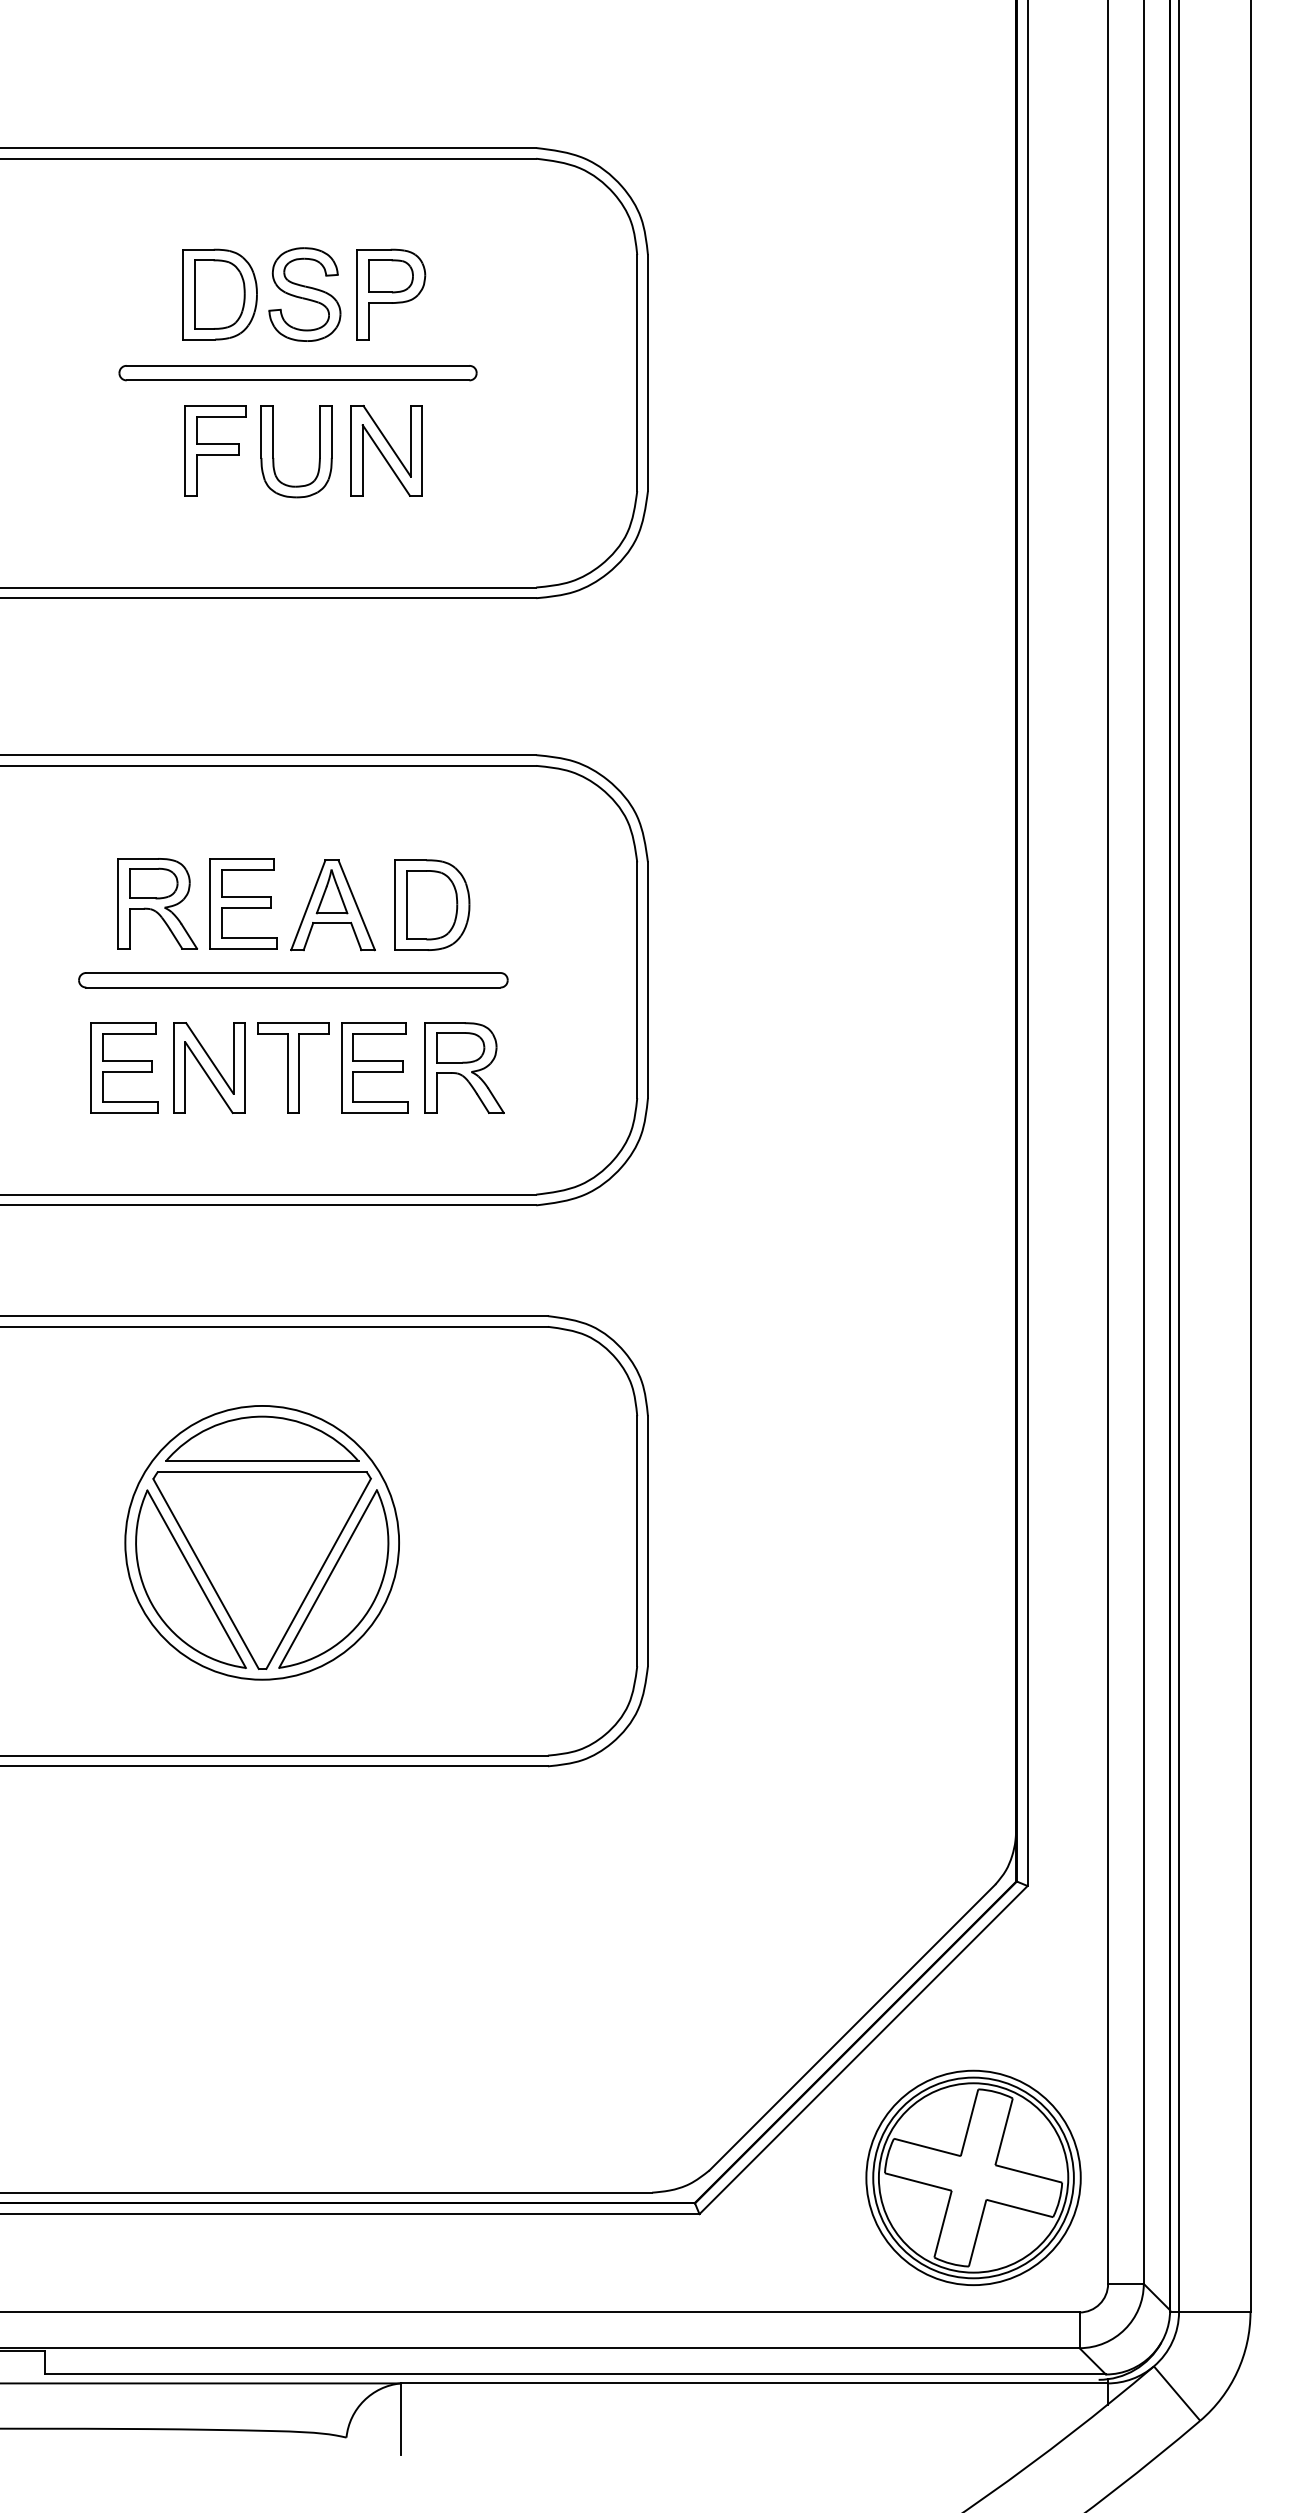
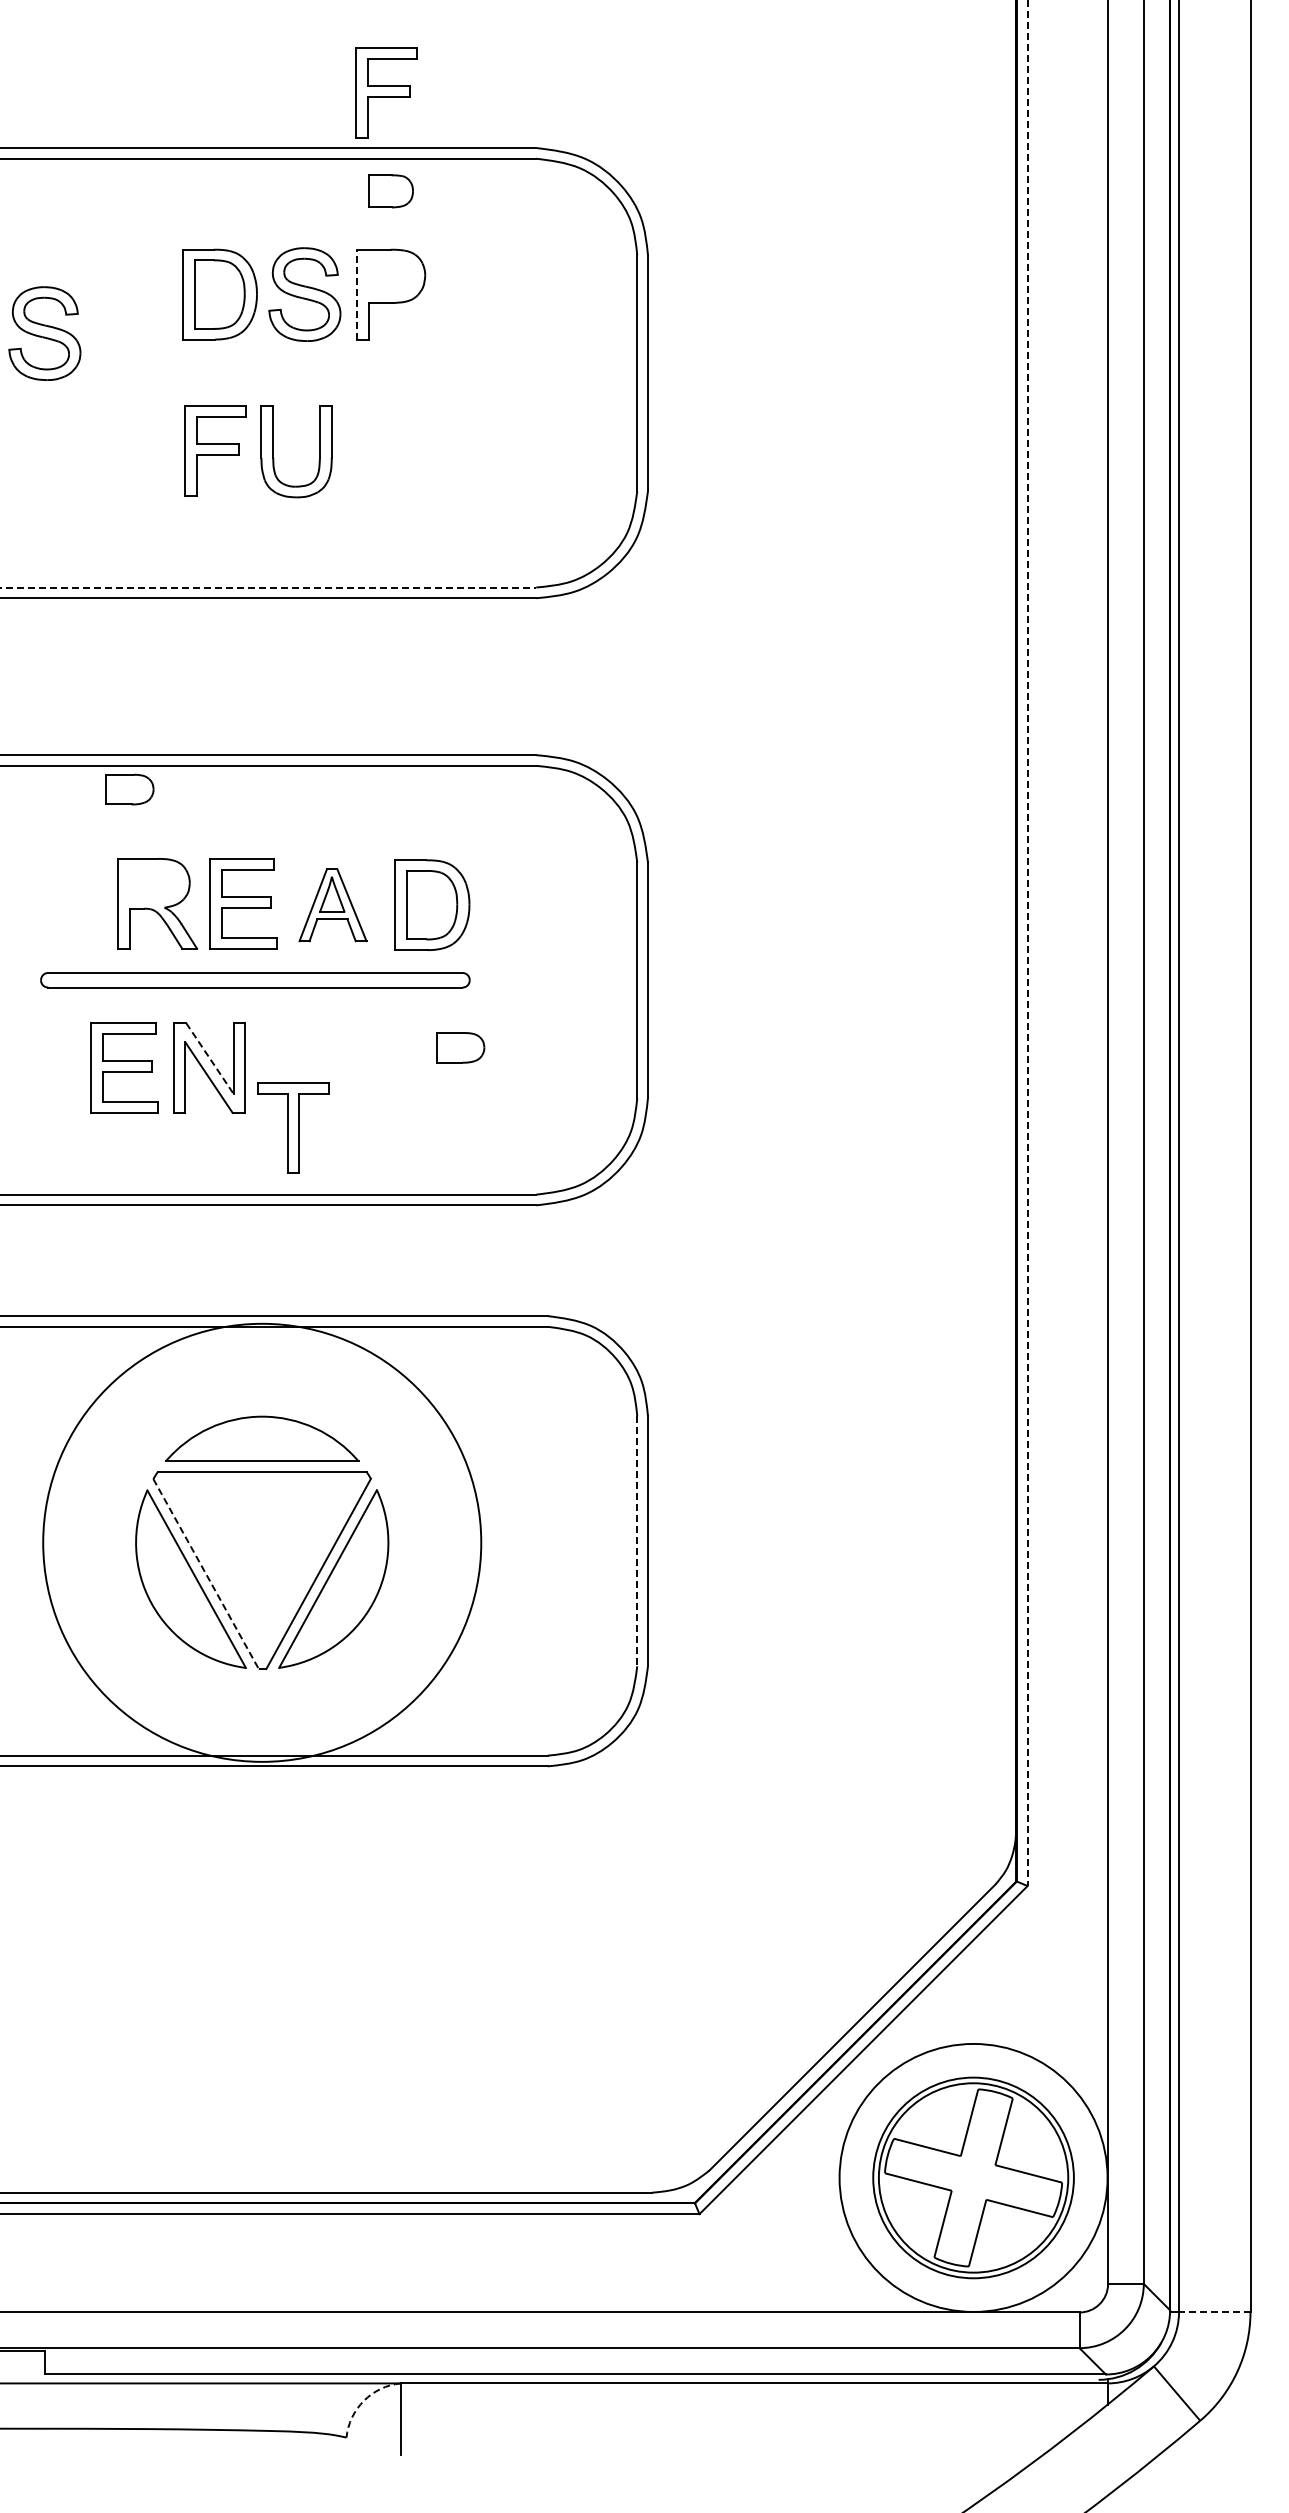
part at (386, 92): none -> present
part at (390, 276) position: (390, 276) -> (390, 191)
line at (356, 294): solid -> dashed
part at (44, 333): none -> present
part at (297, 373): present -> none
part at (386, 450): present -> none
line at (268, 587): solid -> dashed
part at (153, 883) position: (153, 883) -> (129, 789)
part at (332, 905) size: 86x93 px -> 70x75 px
line at (1027, 943): solid -> dashed
part at (293, 980) position: (293, 980) -> (255, 980)
line at (210, 1058): solid -> dashed
part at (293, 1067) position: (293, 1067) -> (293, 1127)
part at (374, 1067): present -> none
part at (464, 1067): present -> none
line at (637, 1541): solid -> dashed
circle at (262, 1542) diameter: 274 px -> 438 px
line at (206, 1574): solid -> dashed
circle at (973, 2177) diameter: 214 px -> 268 px
line at (1214, 2311): solid -> dashed
arc at (363, 2400): solid -> dashed
